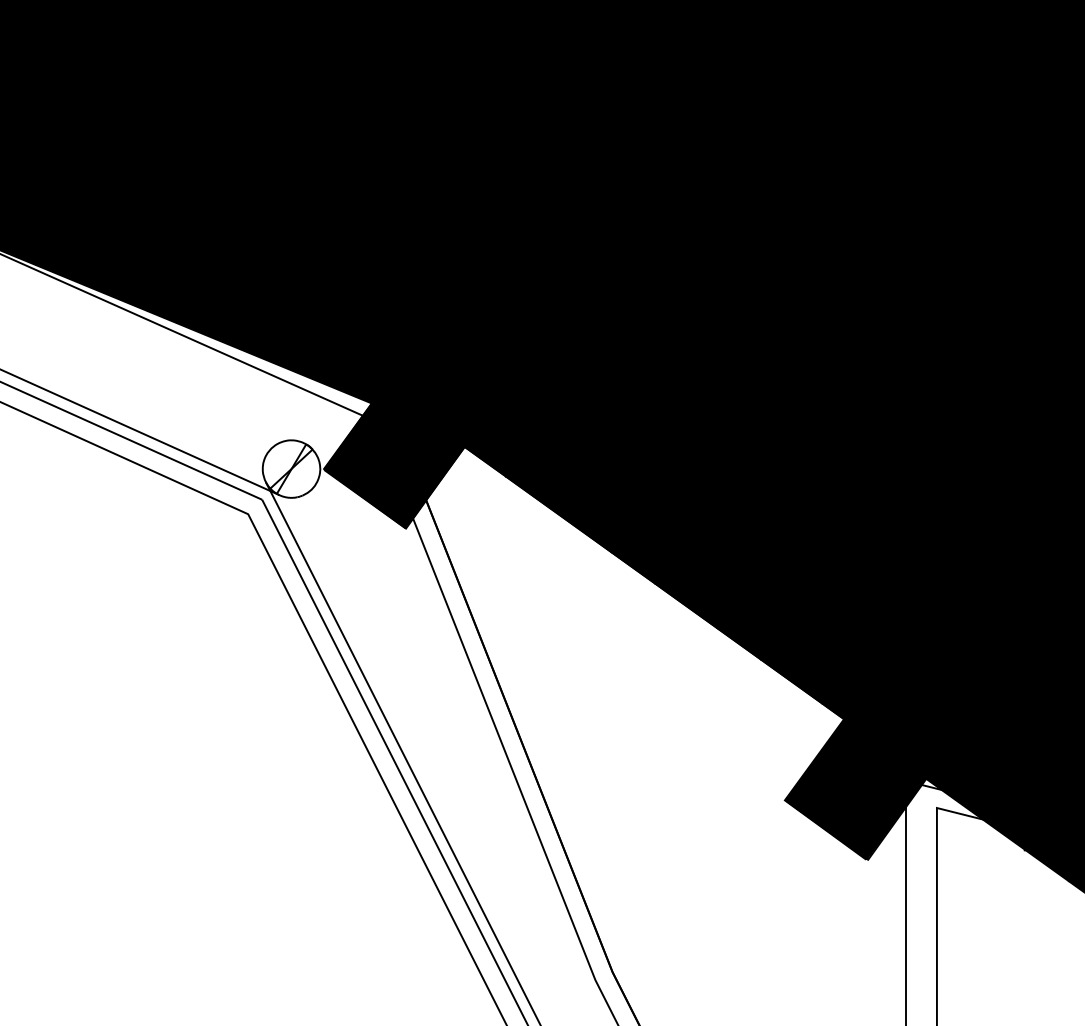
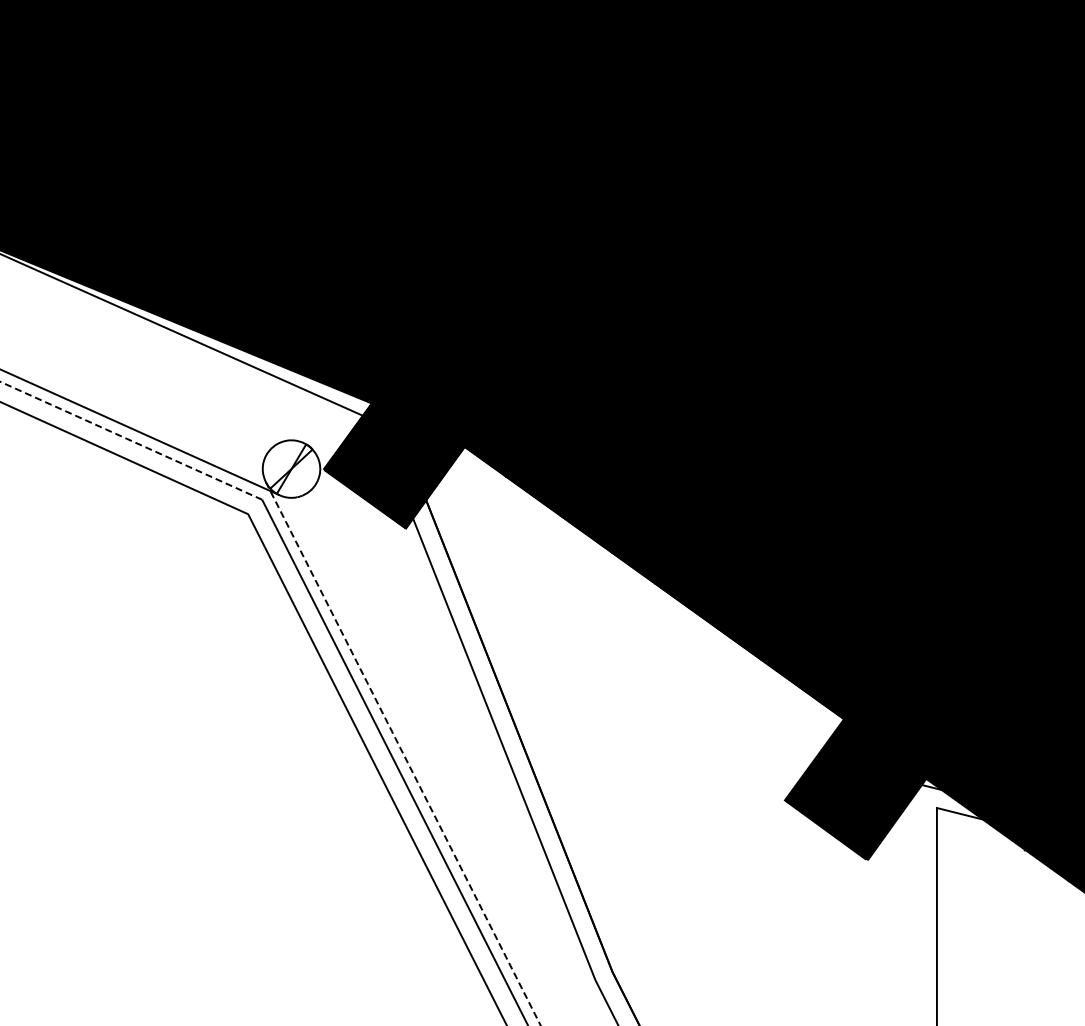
line at (130, 440): solid -> dashed
line at (403, 753): solid -> dashed
line at (905, 914): present -> none
